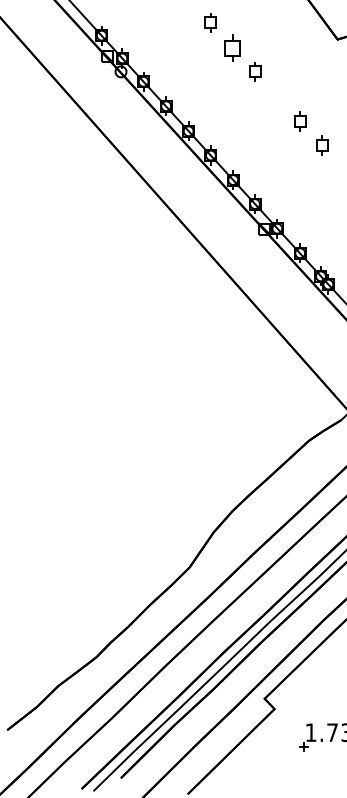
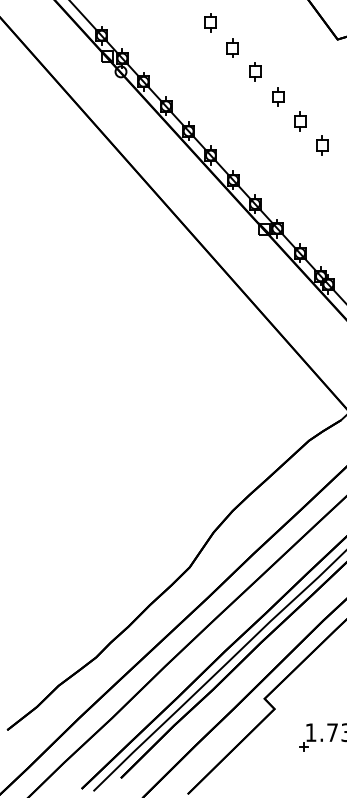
part at (232, 47) size: 17x28 px -> 13x20 px
part at (278, 96): none -> present
